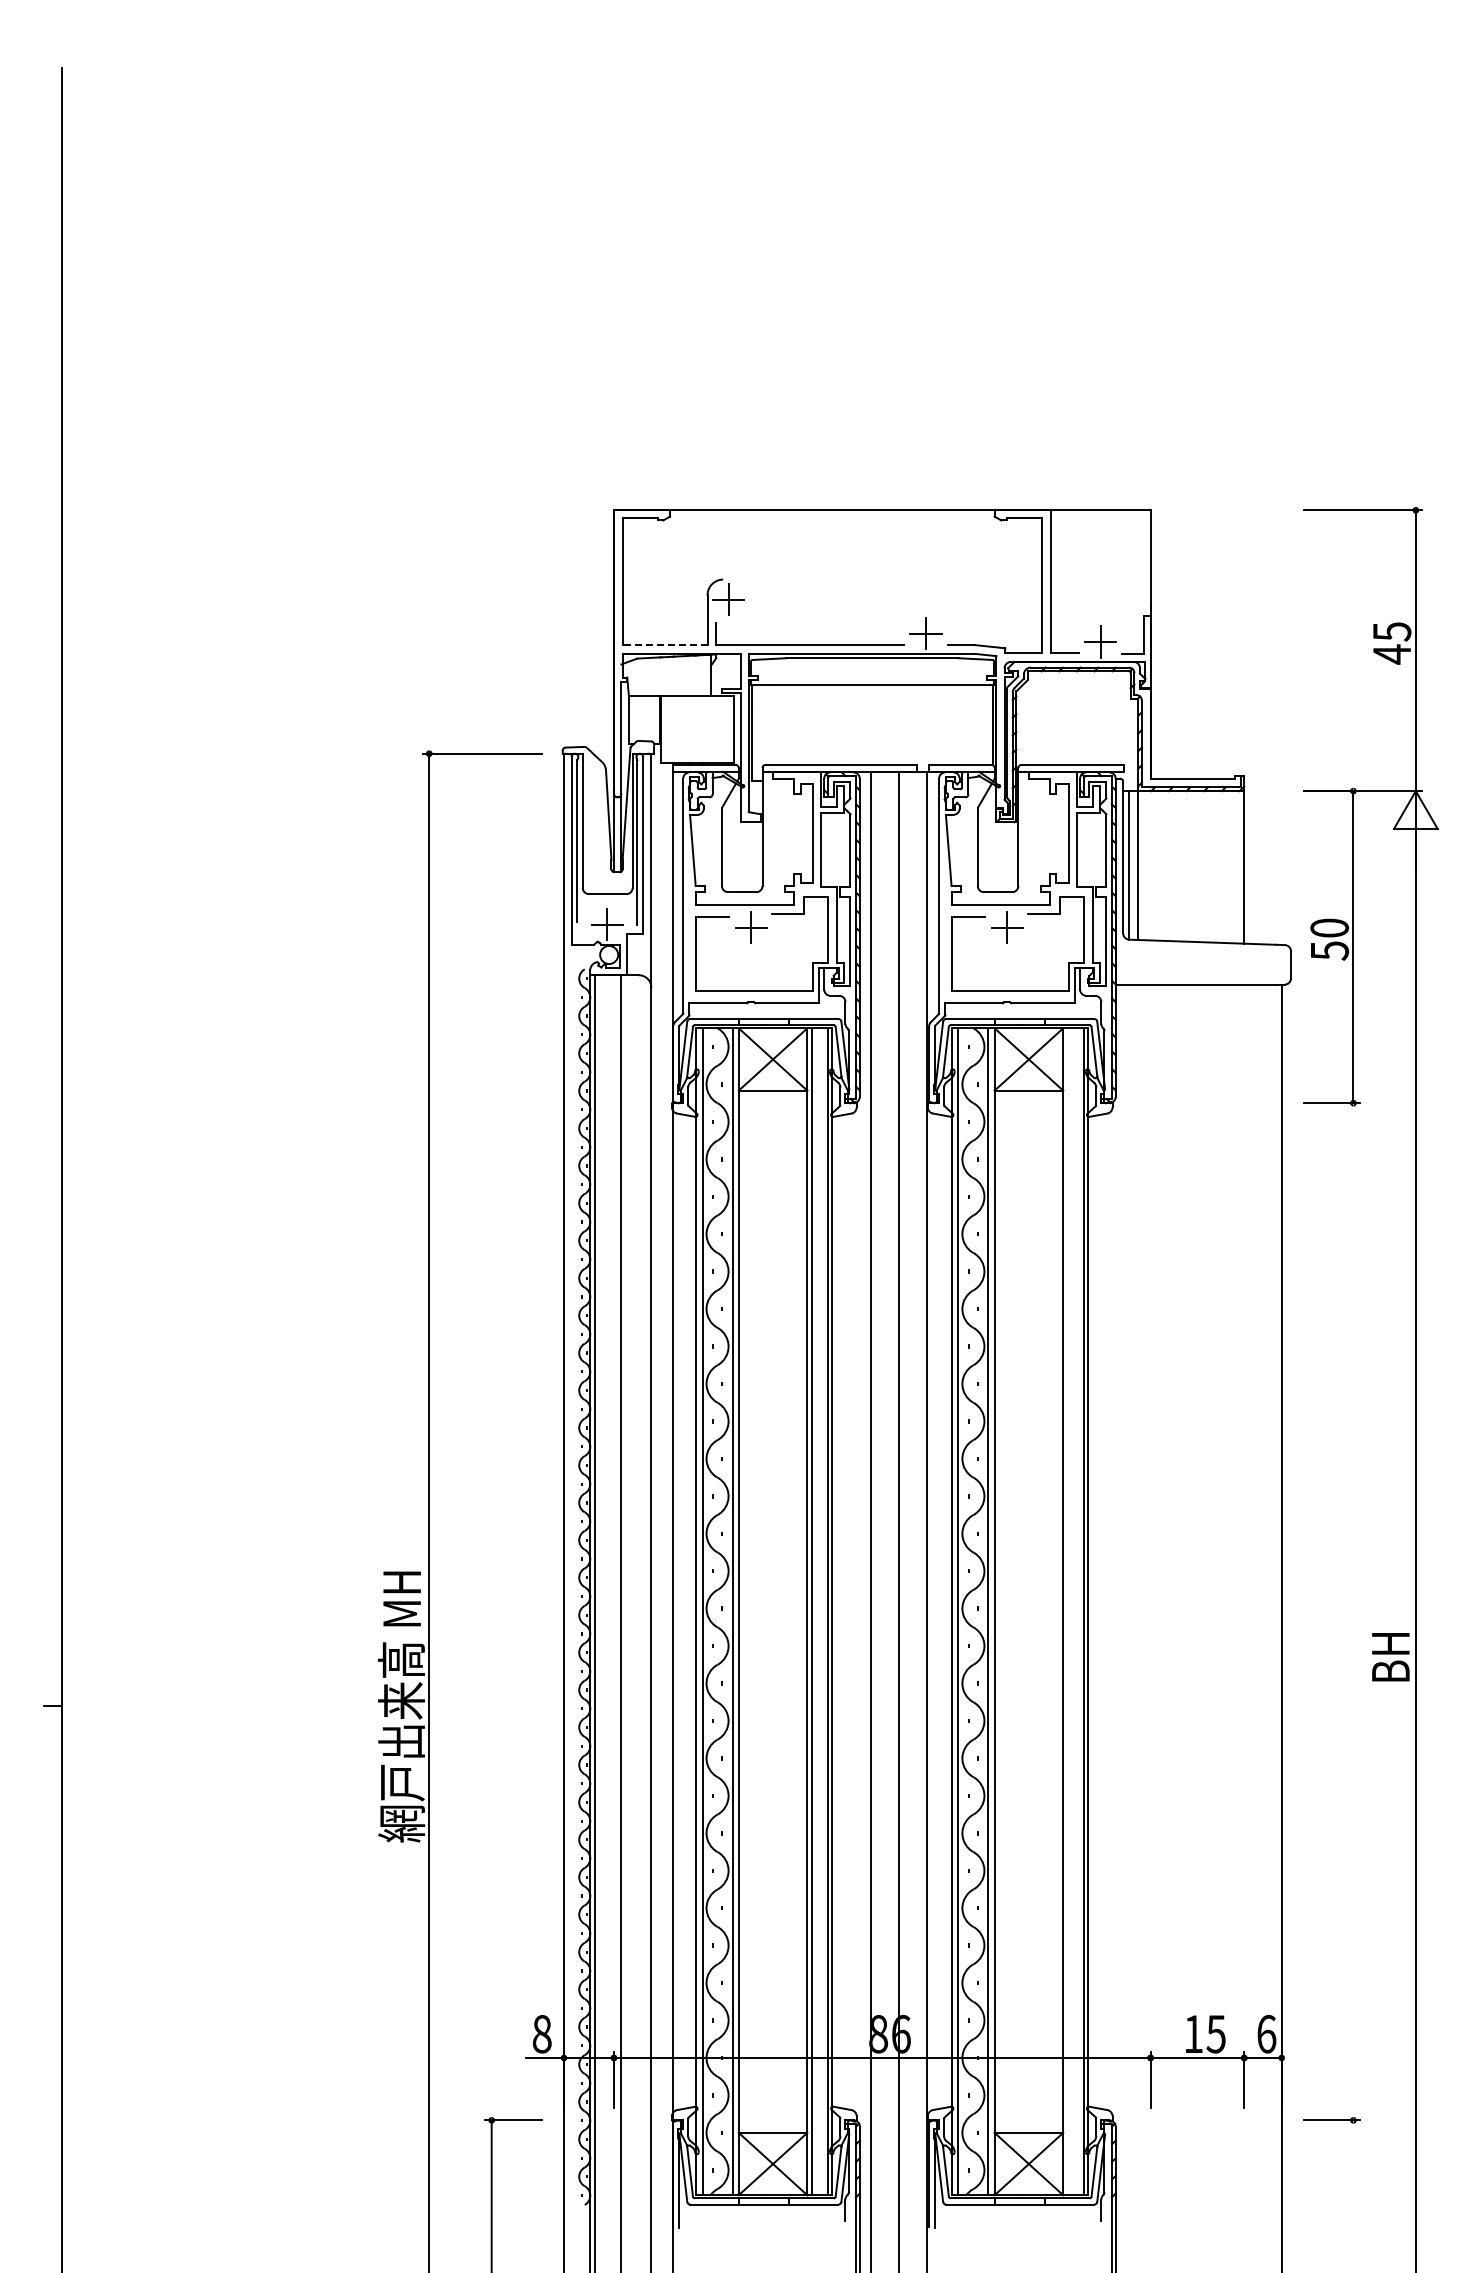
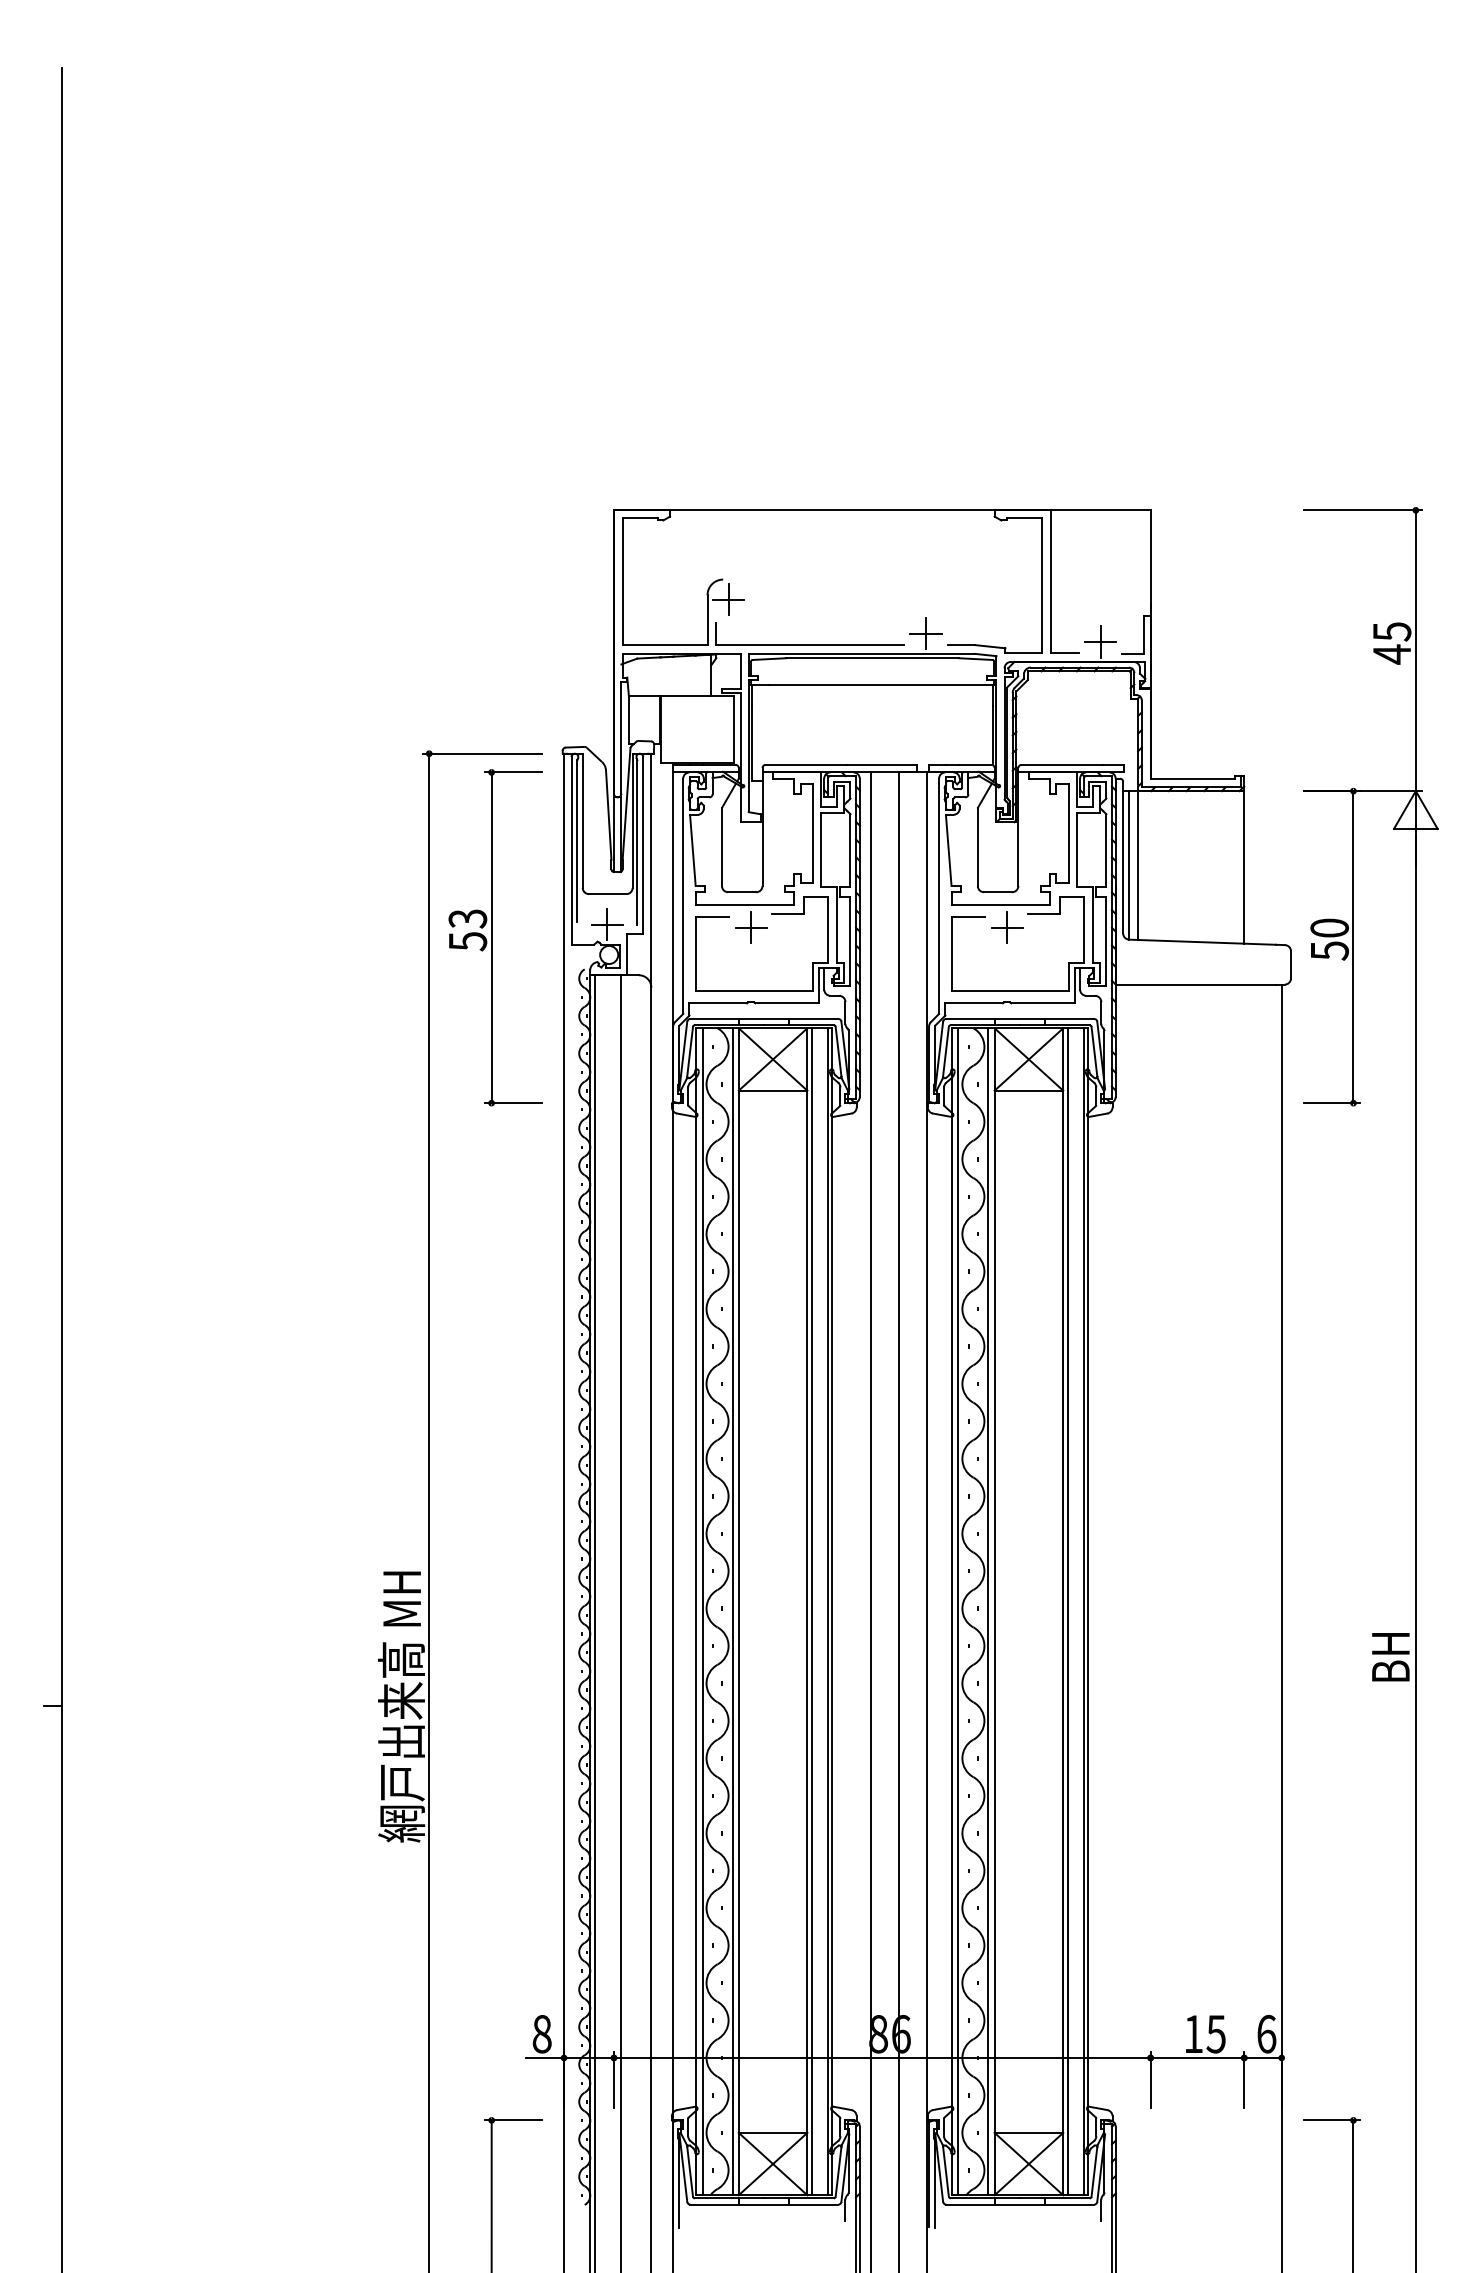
line at (664, 645): dashed -> solid
part at (495, 937): none -> present
line at (1067, 1611): none -> present
line at (1353, 2194): none -> present
